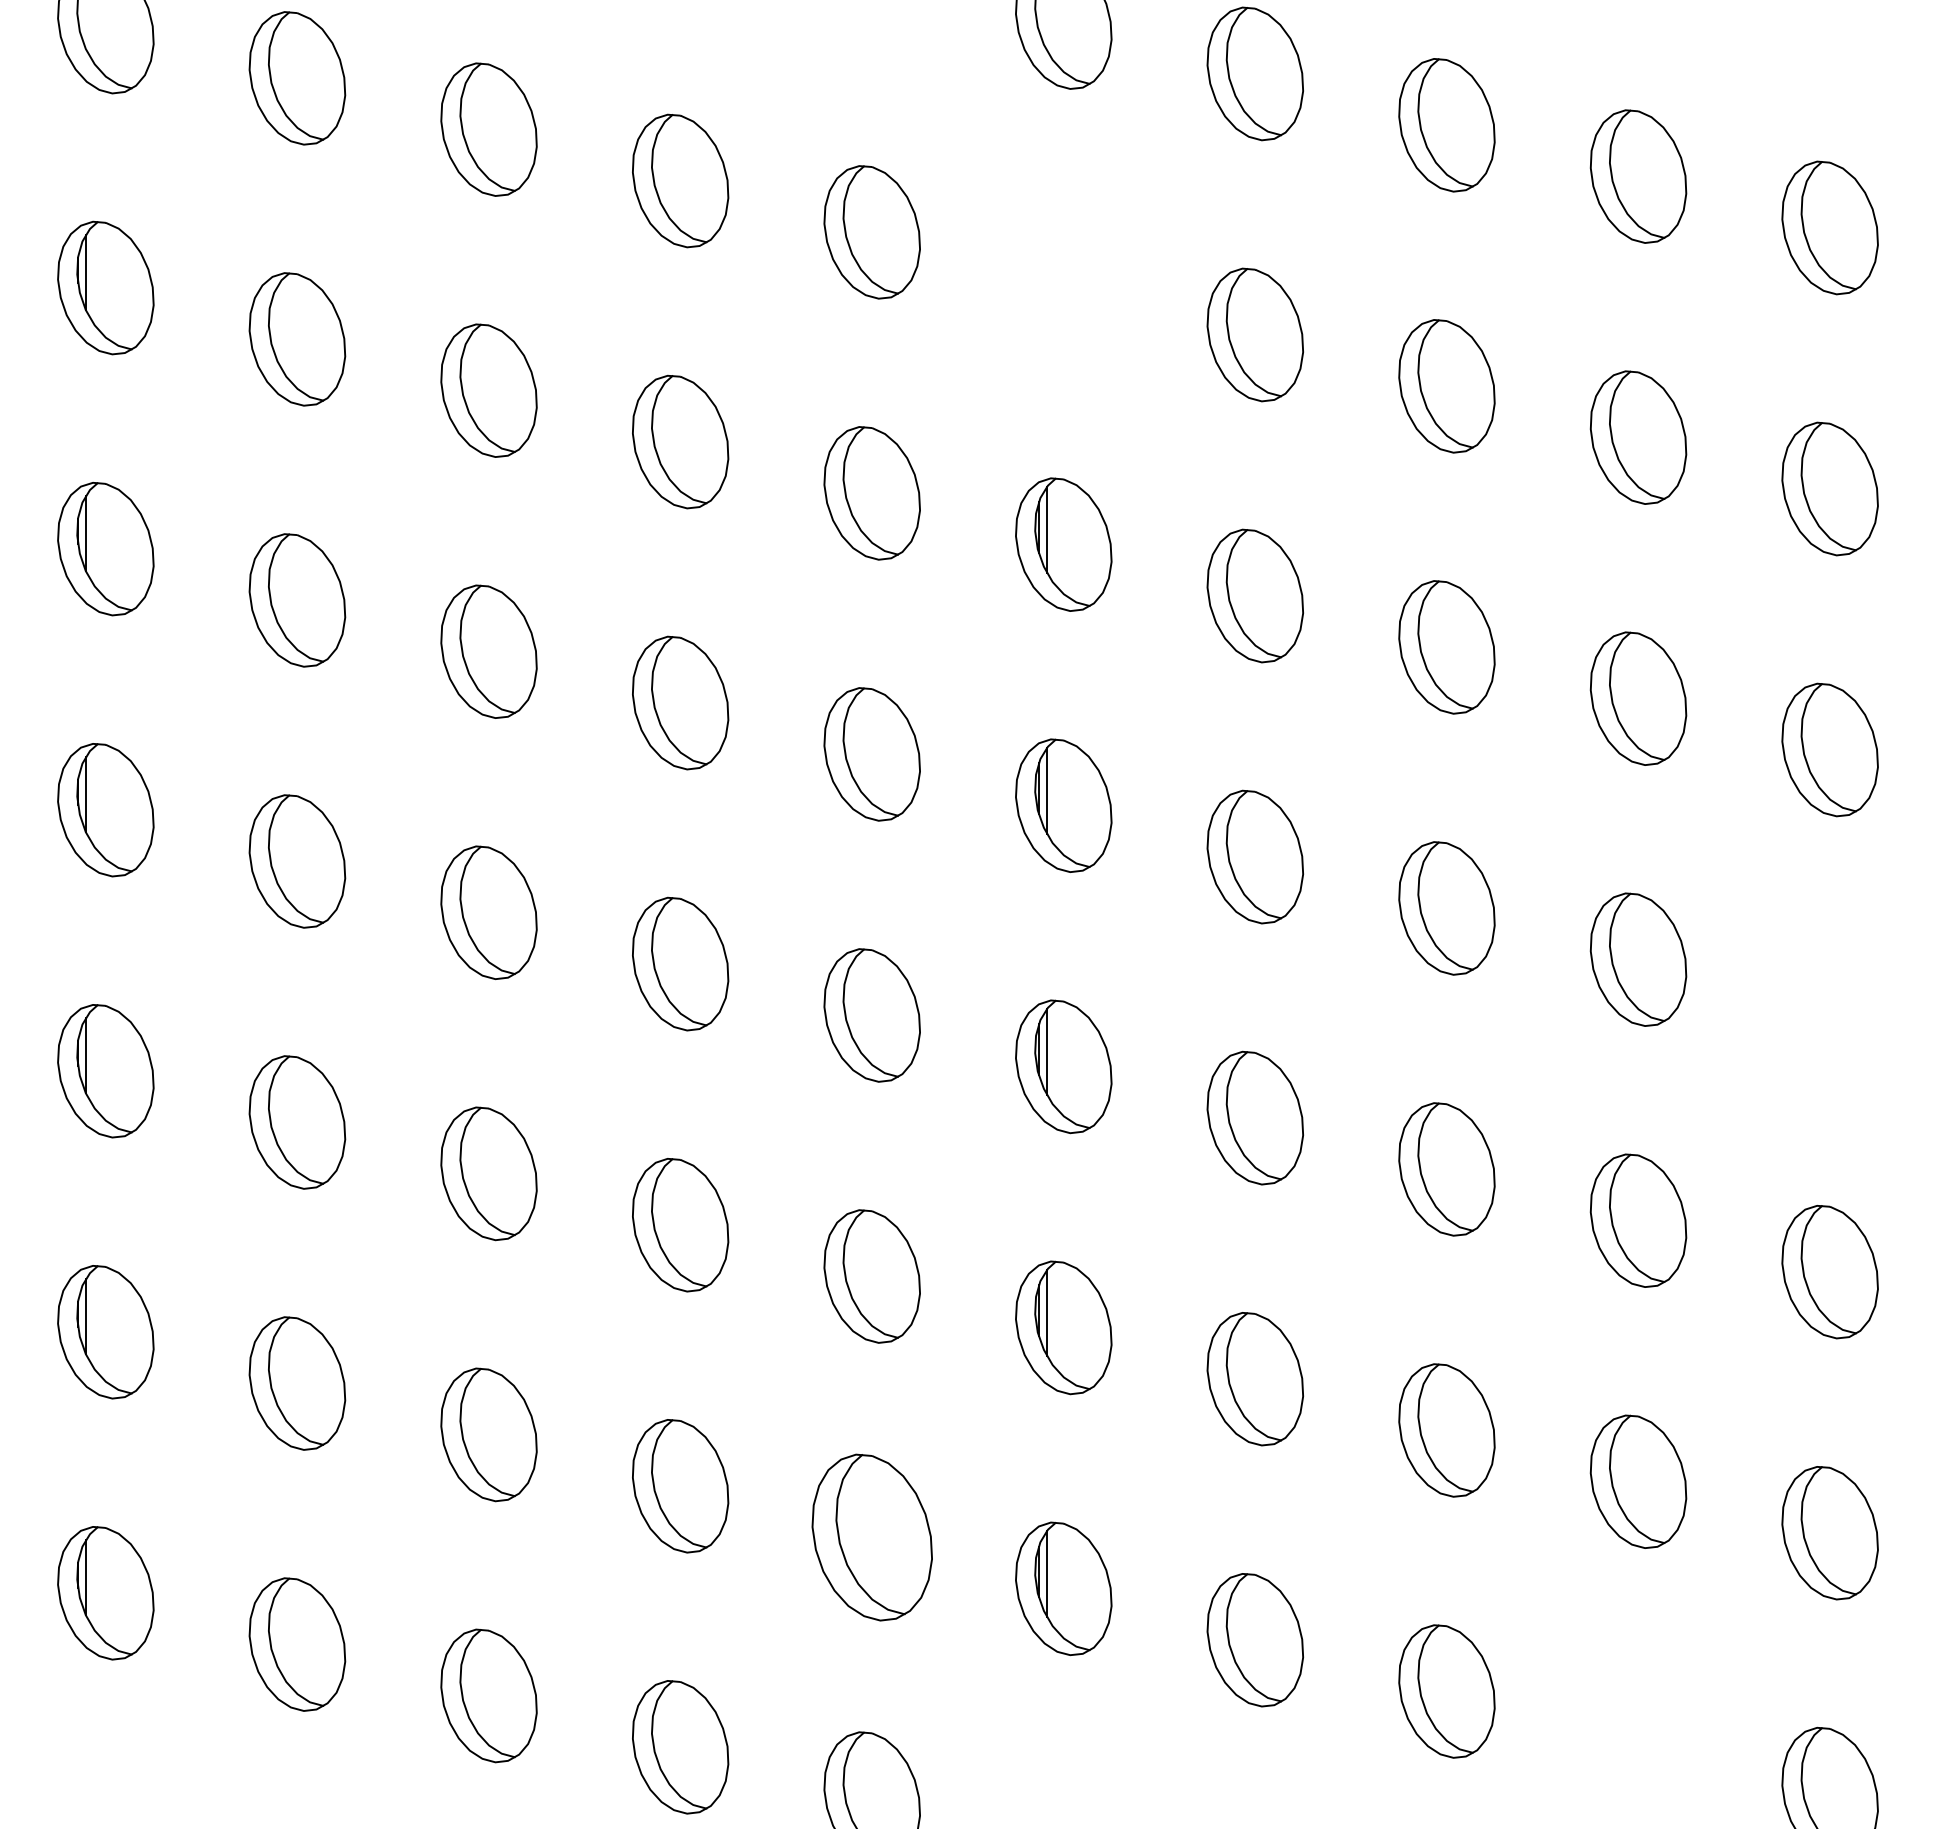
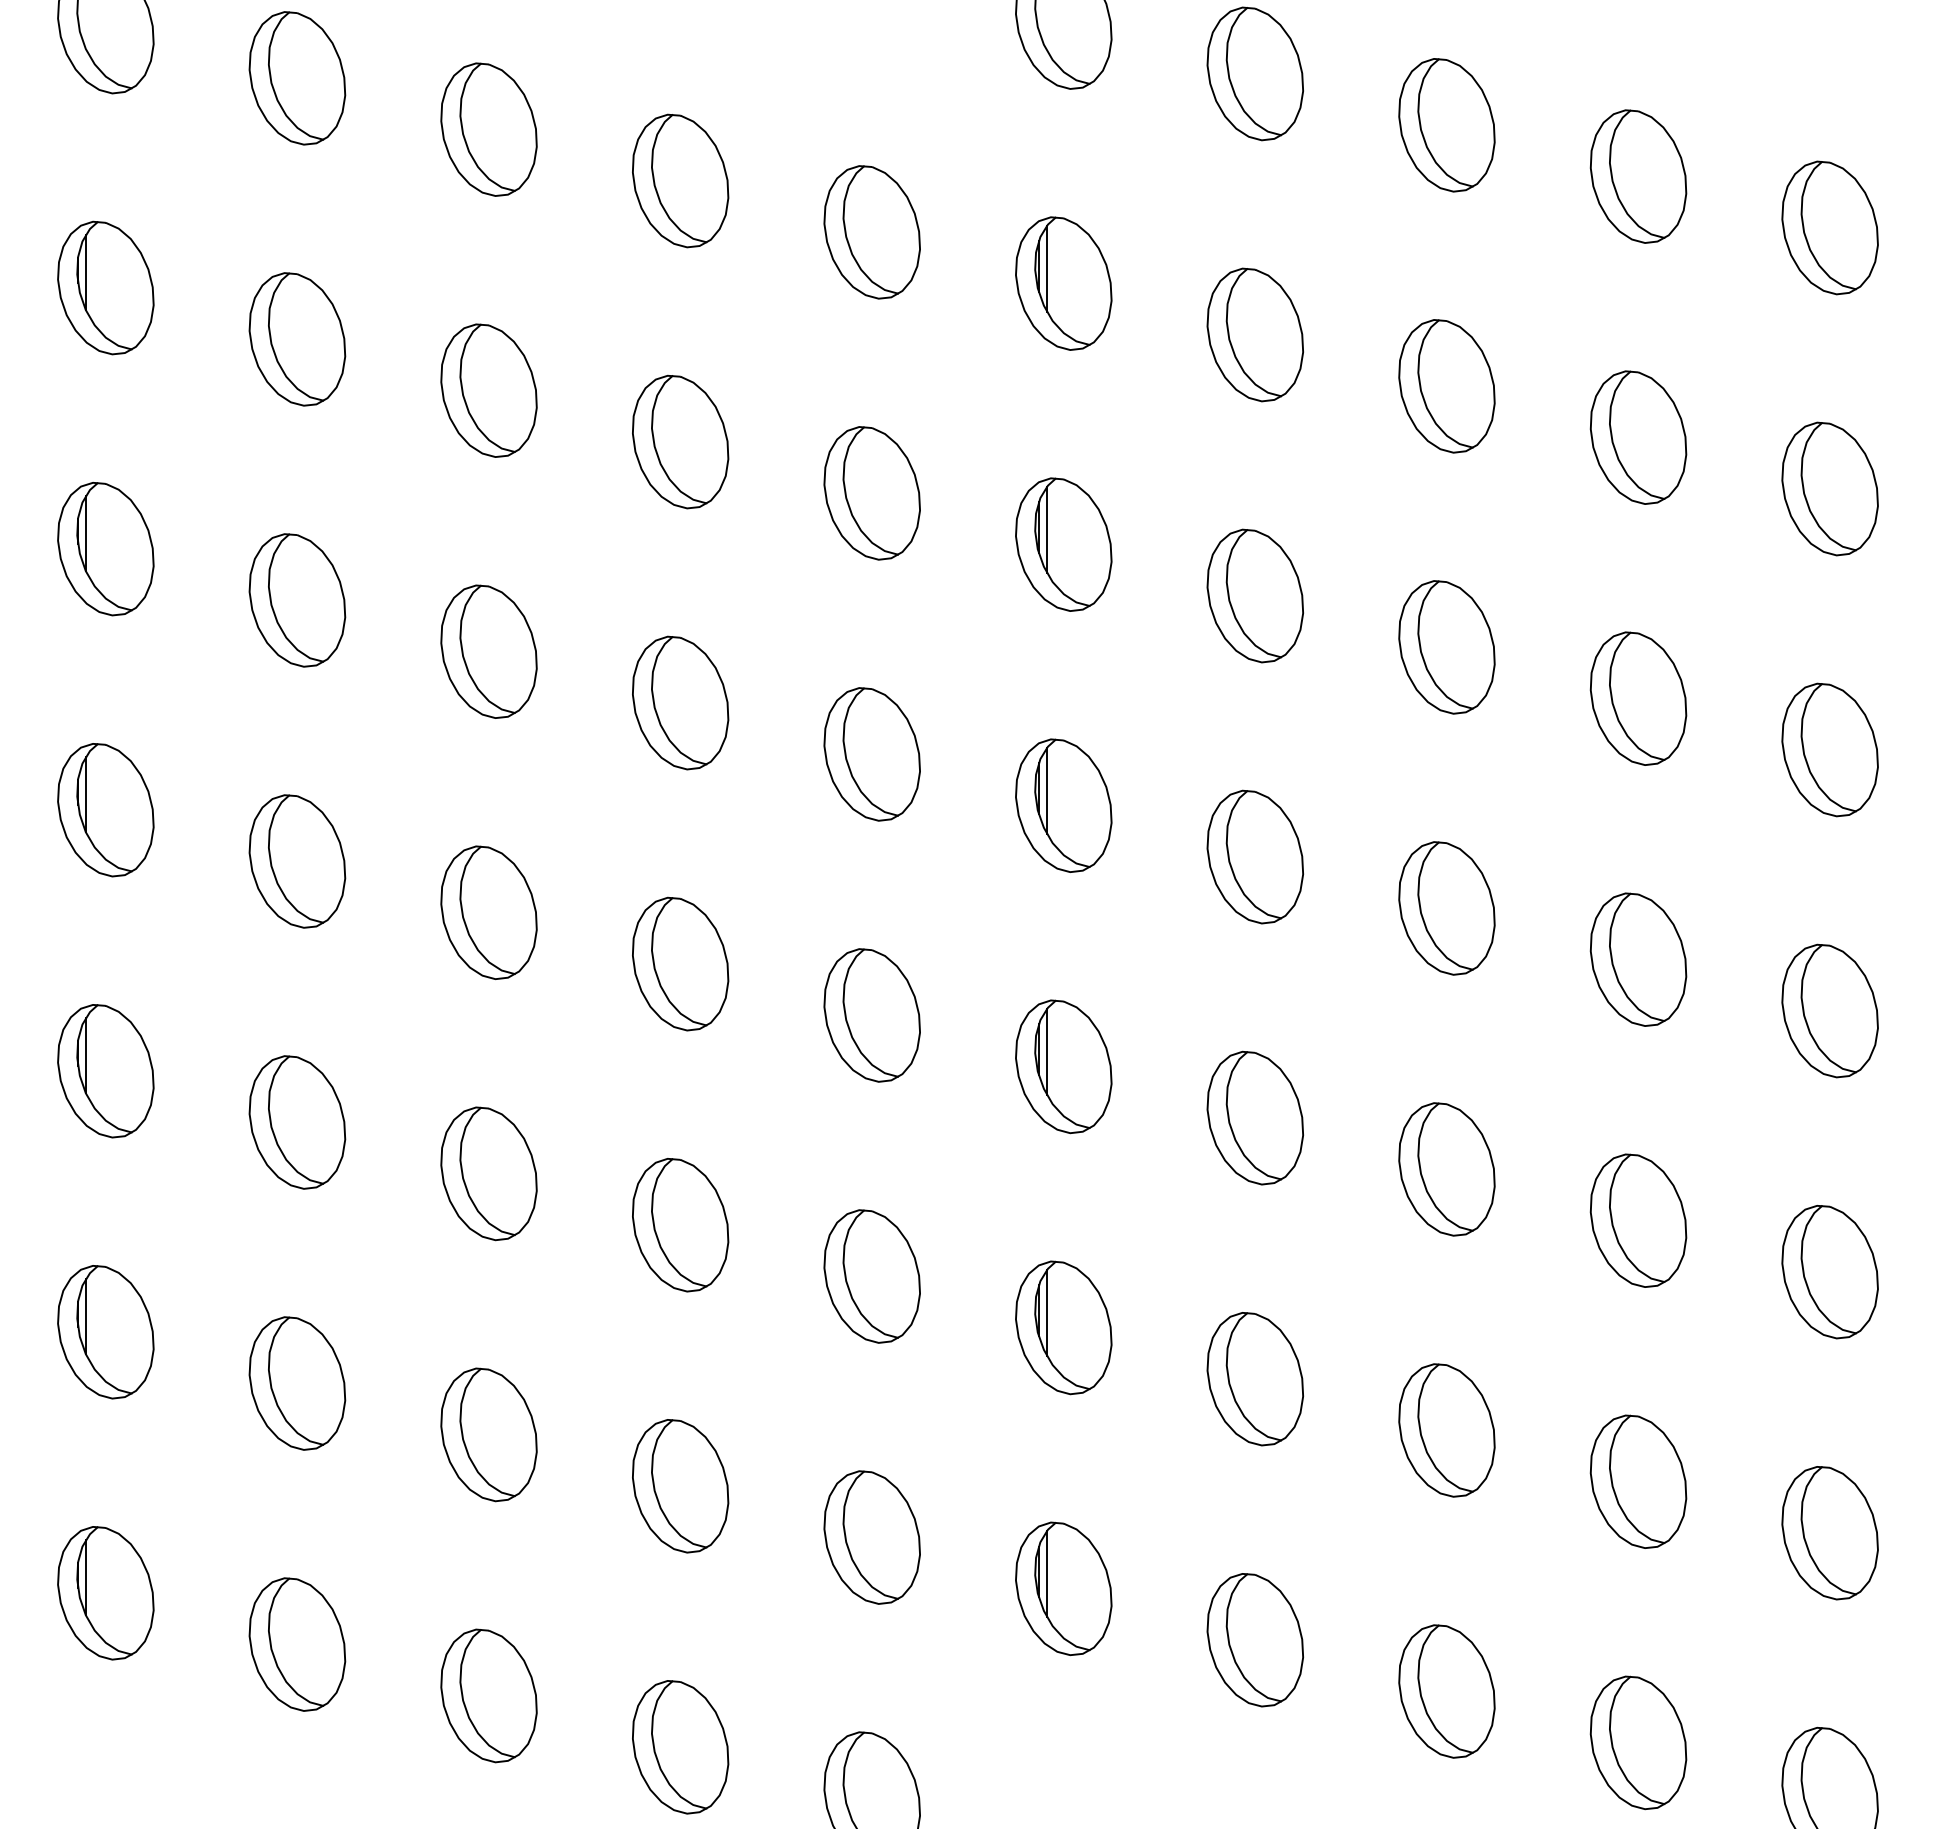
part at (1063, 283): none -> present
part at (1829, 1010): none -> present
part at (871, 1537) size: 122x169 px -> 98x135 px
part at (1638, 1742): none -> present
